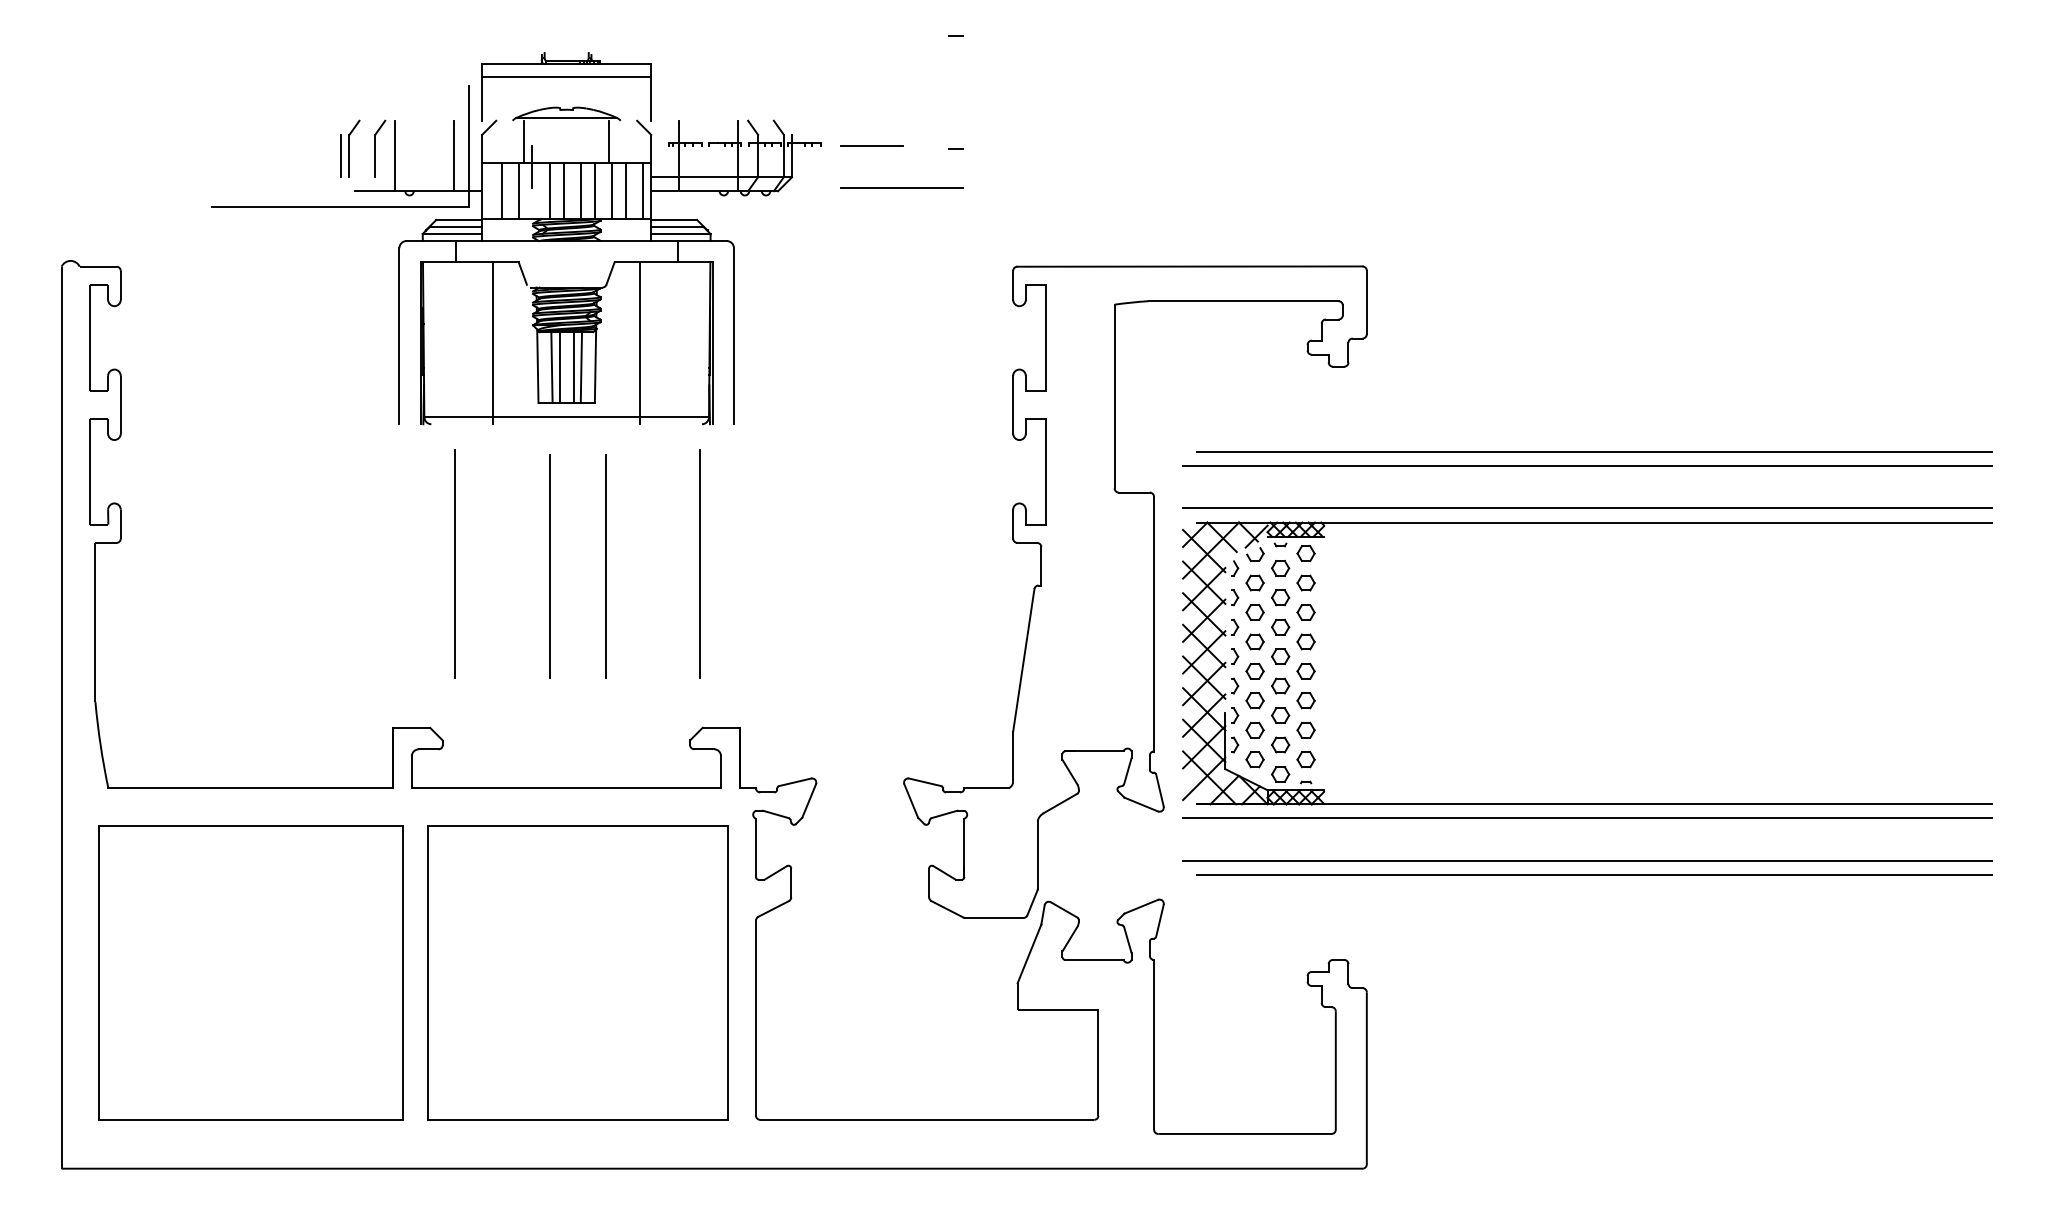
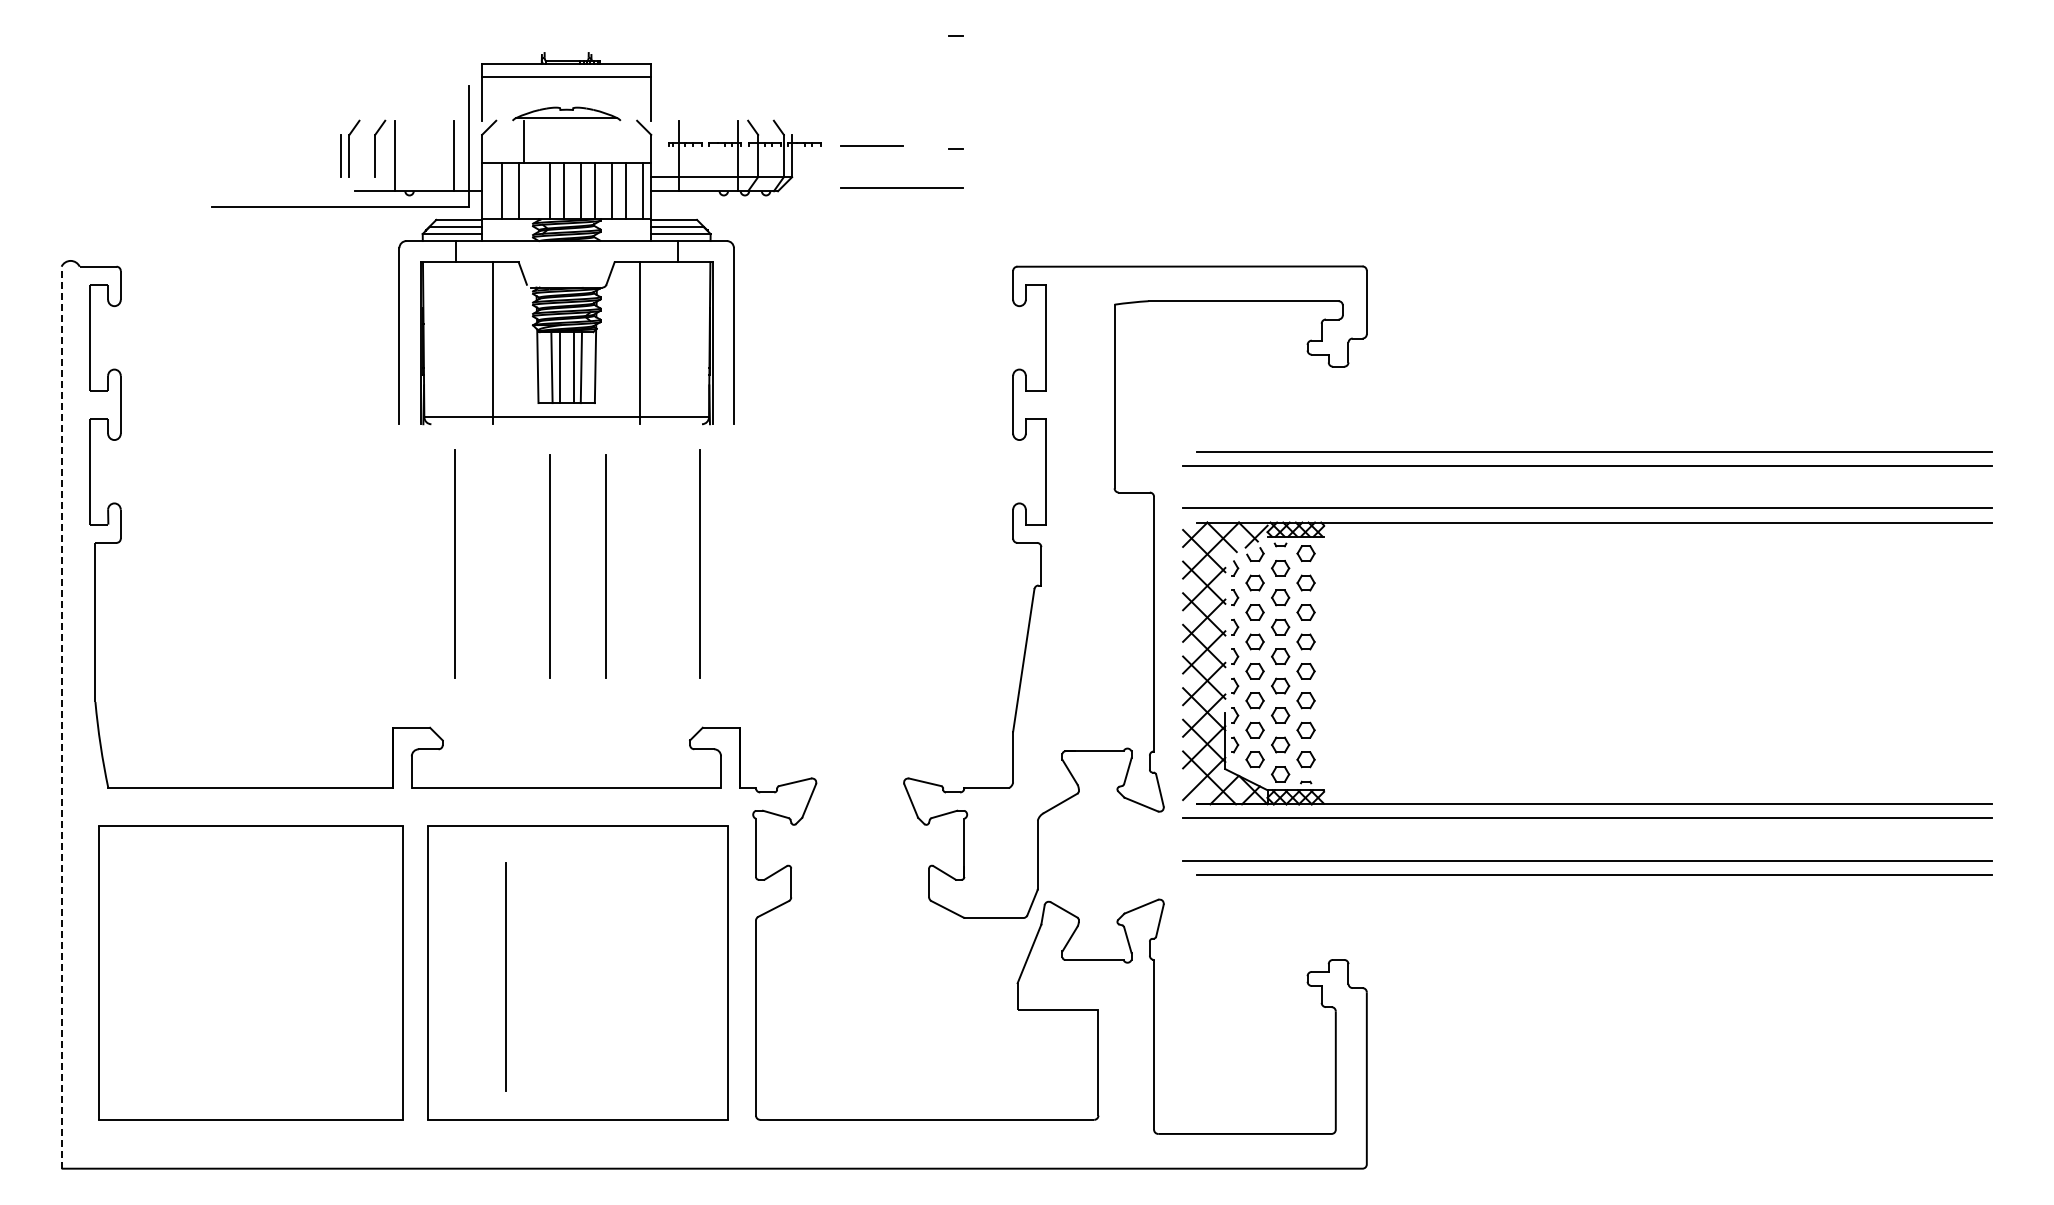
line at (608, 141): present -> none
line at (532, 166): present -> none
line at (61, 717): solid -> dashed
line at (505, 976): none -> present
